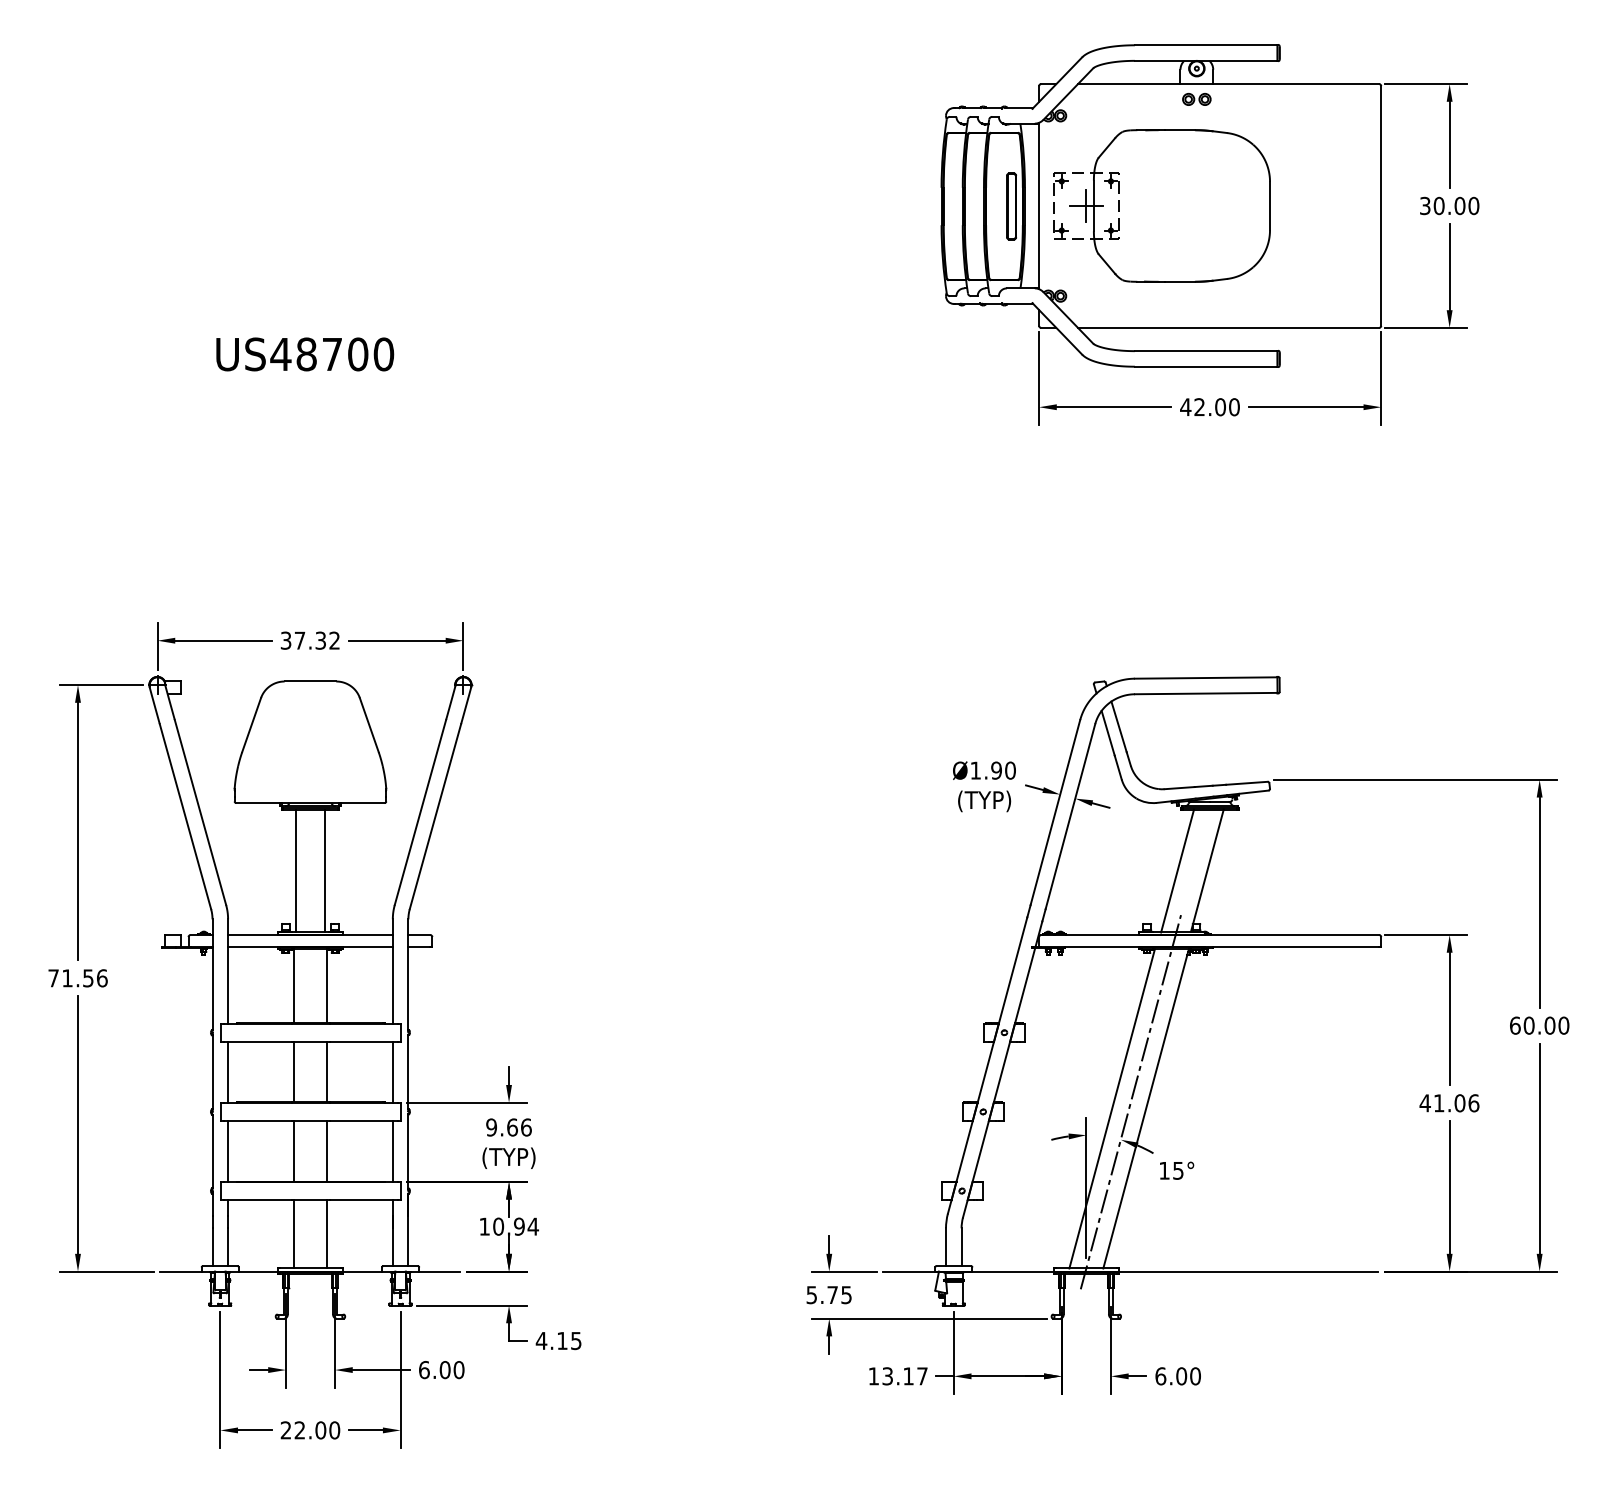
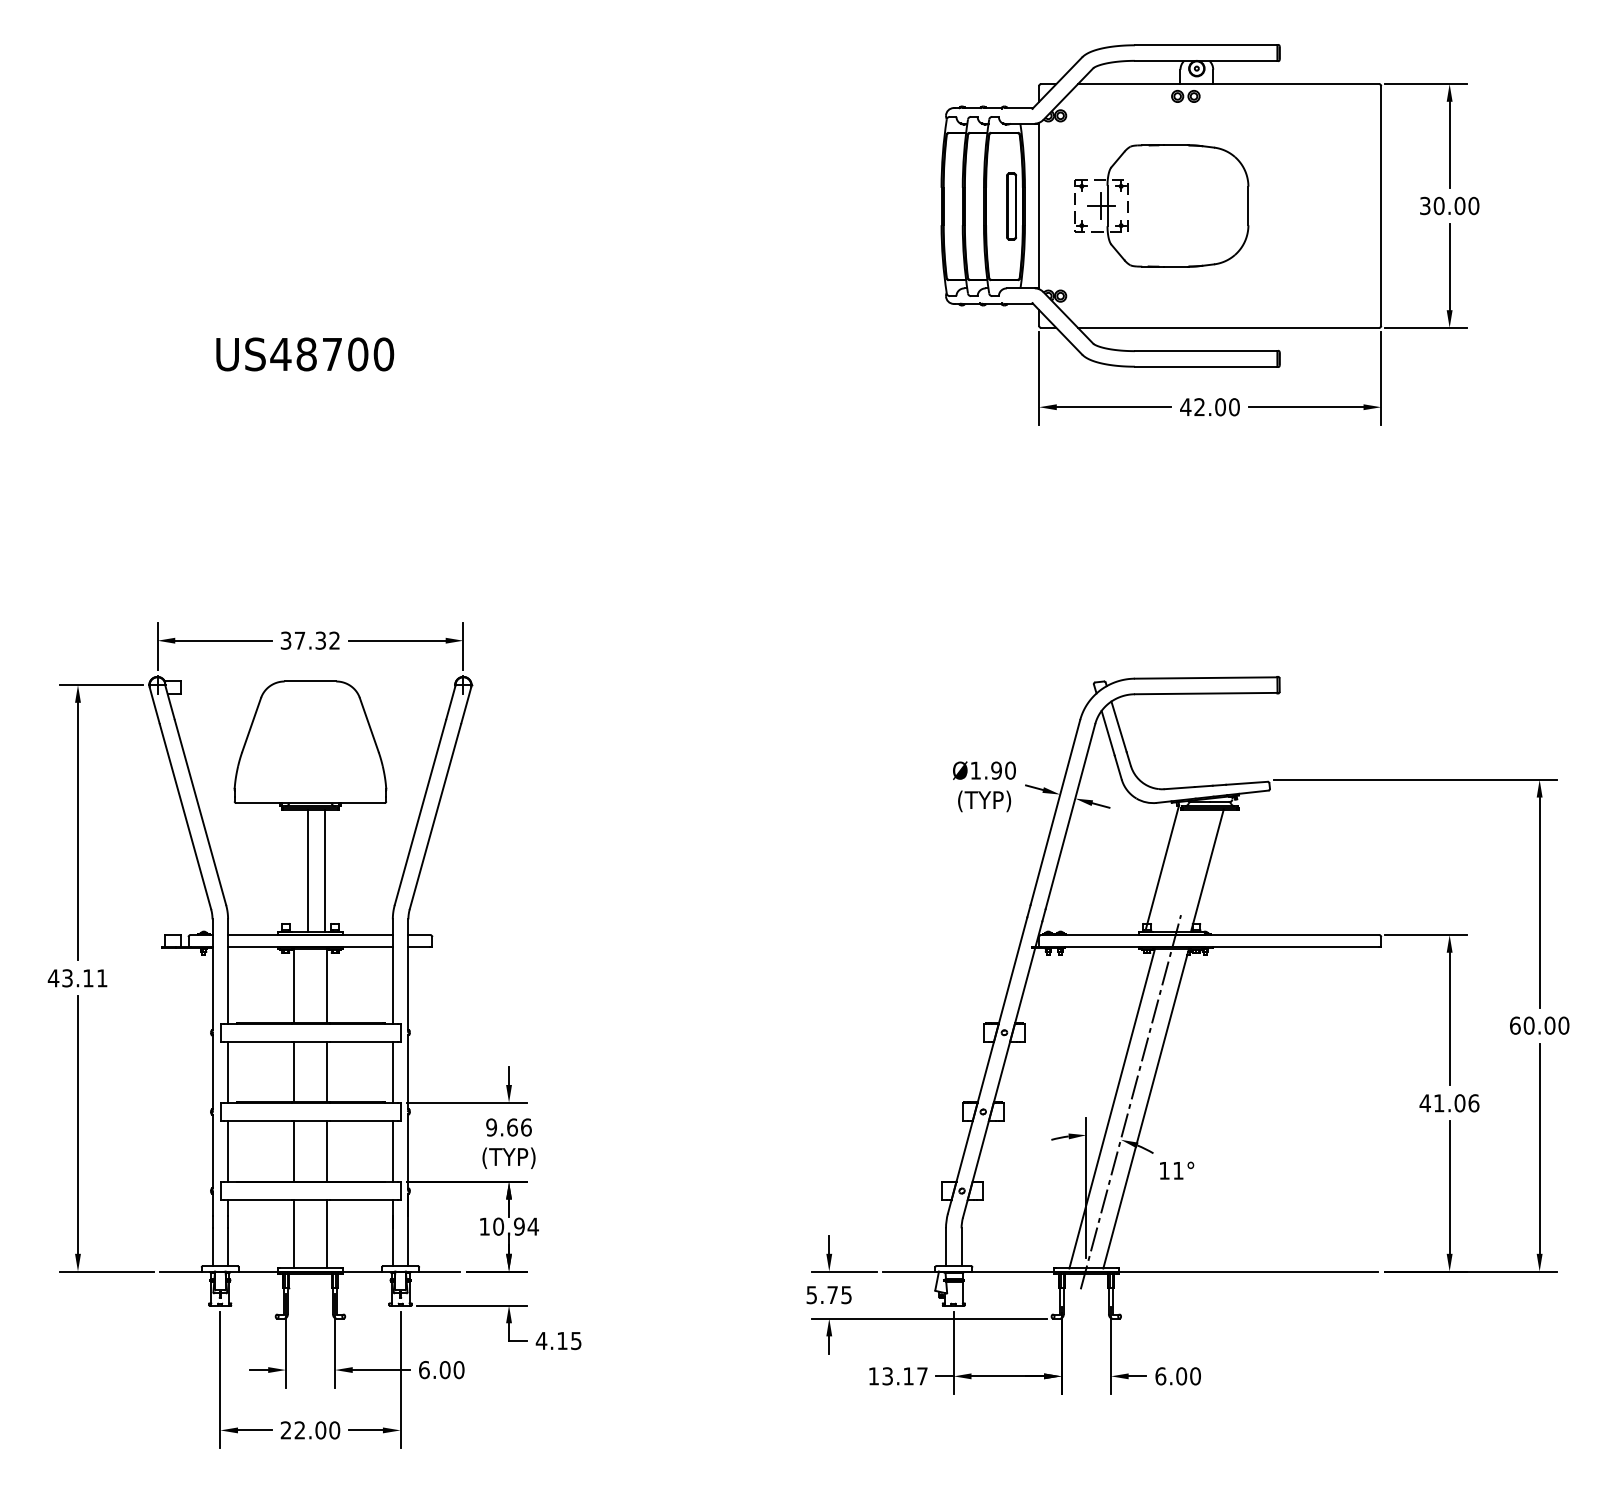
part at (1196, 99) position: (1196, 99) -> (1185, 96)
part at (1161, 205) size: 218x154 px -> 176x124 px
line at (296, 870) position: (296, 870) -> (308, 870)
line at (1177, 870) position: (1177, 870) -> (1162, 866)
text at (77, 978): 71.56 -> 43.11
text at (1178, 1170): 15° -> 11°
